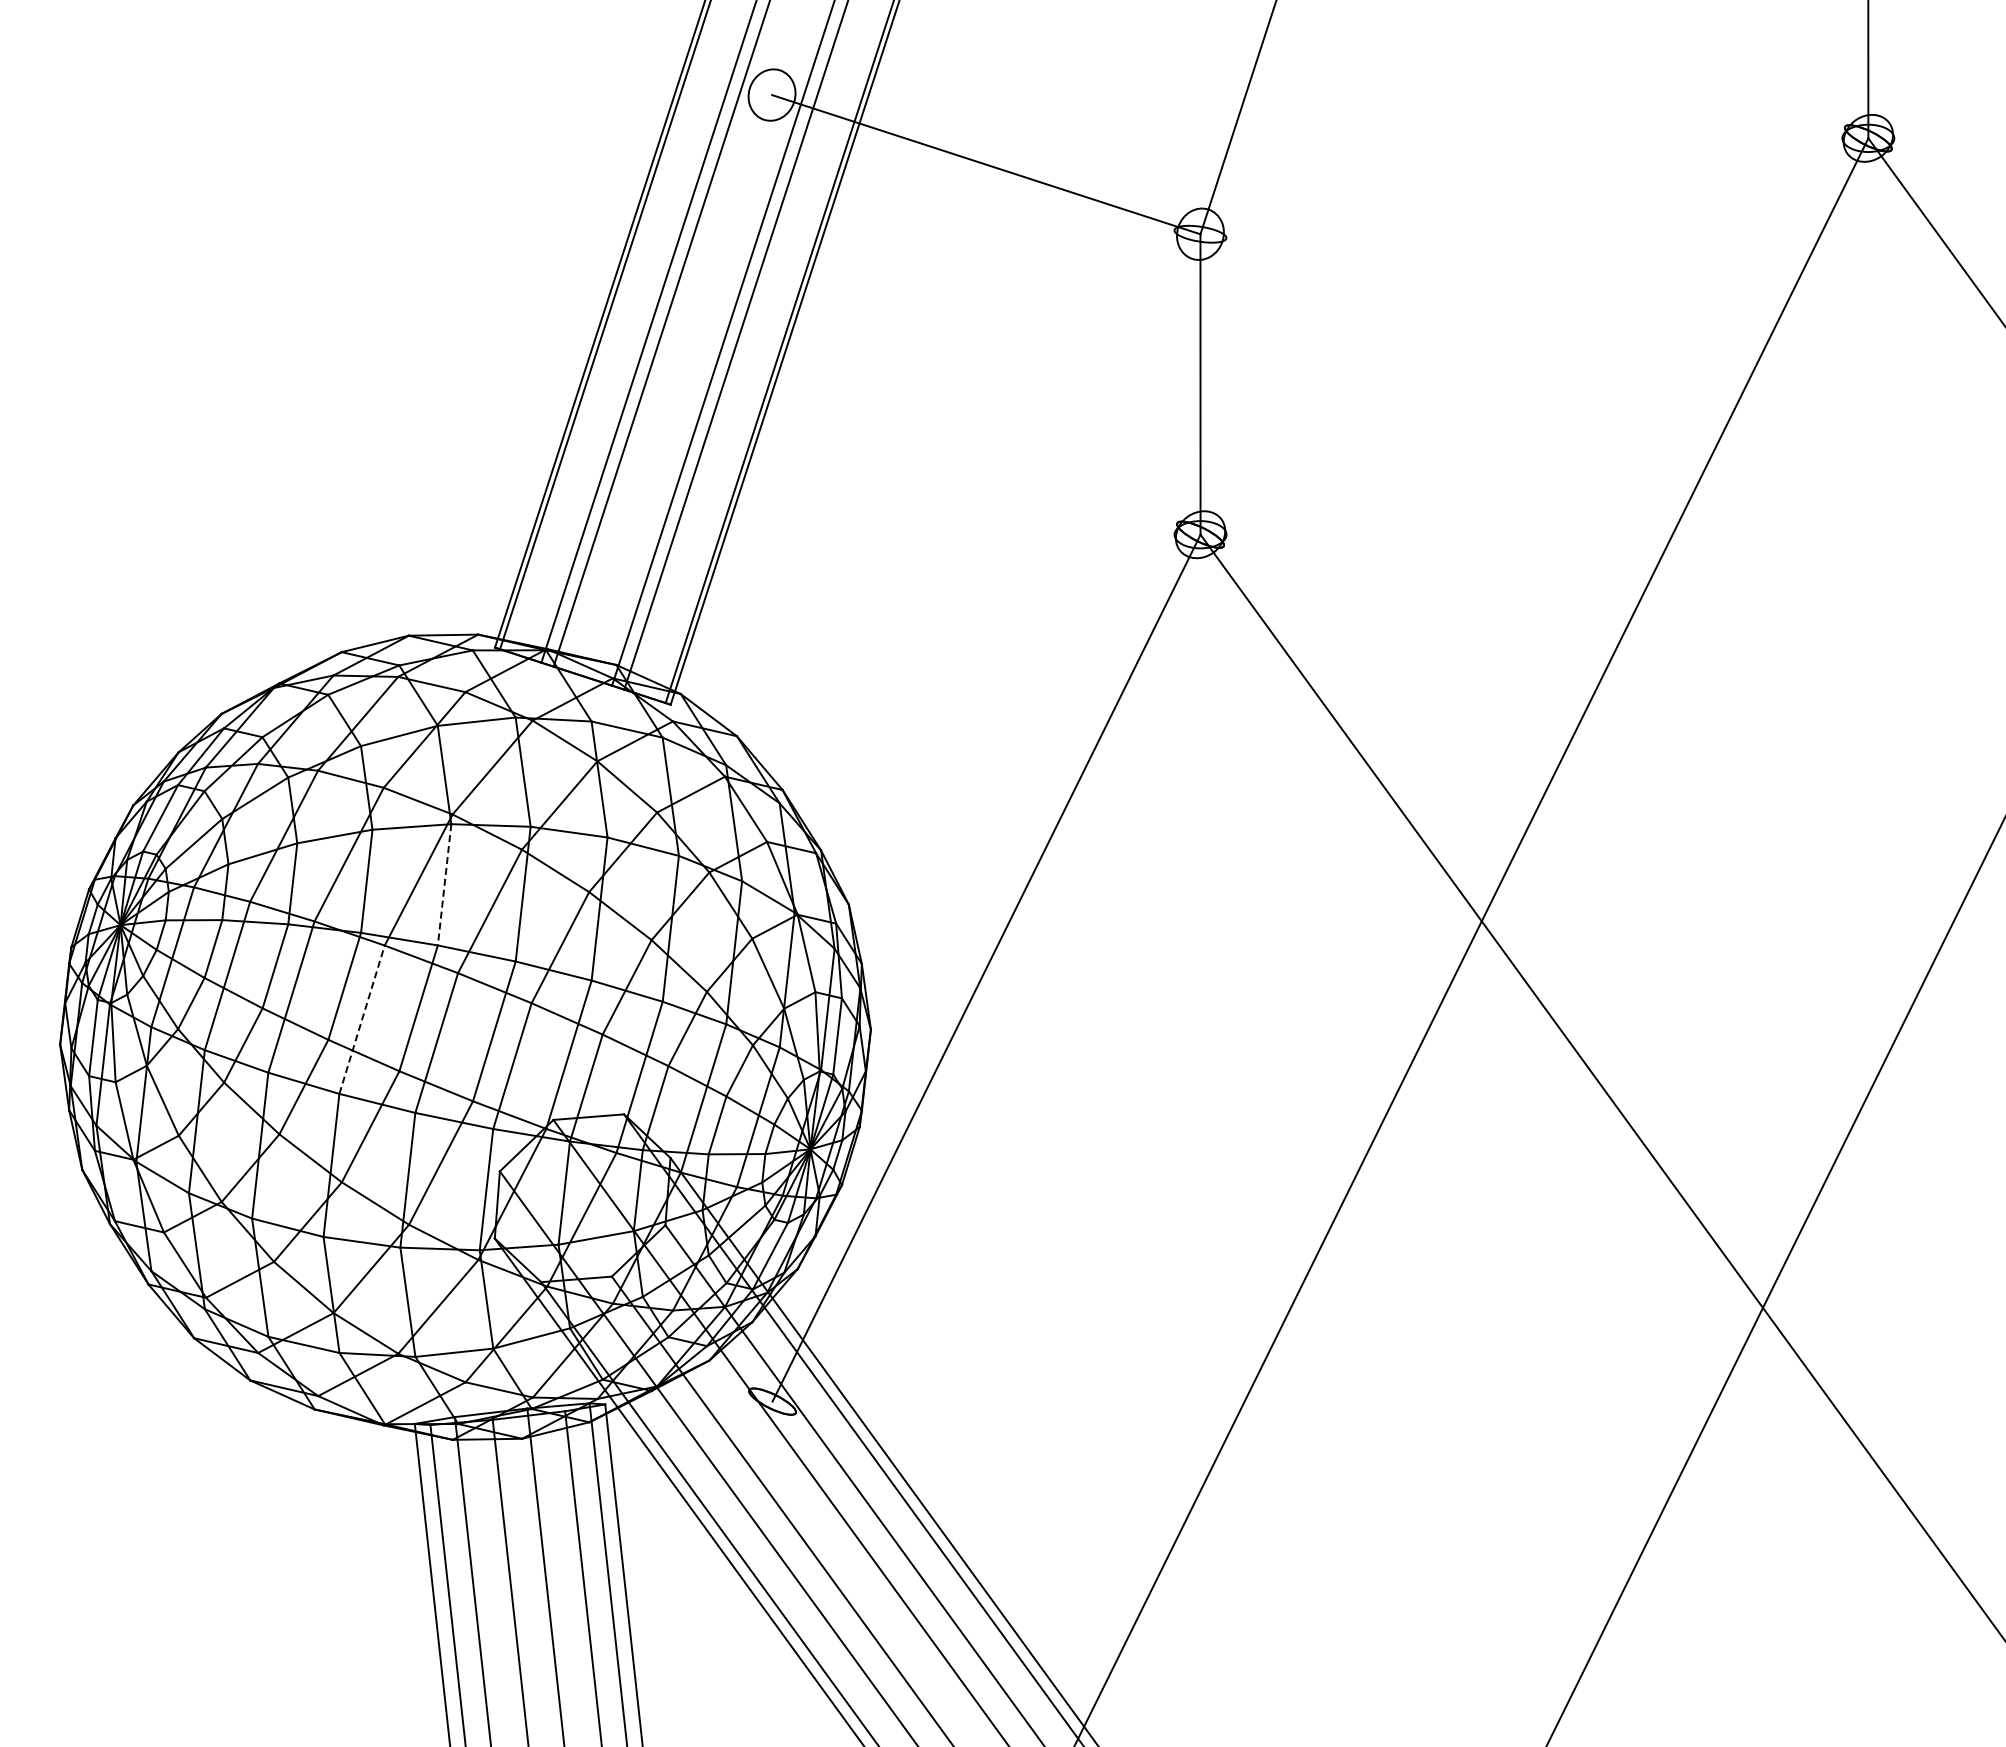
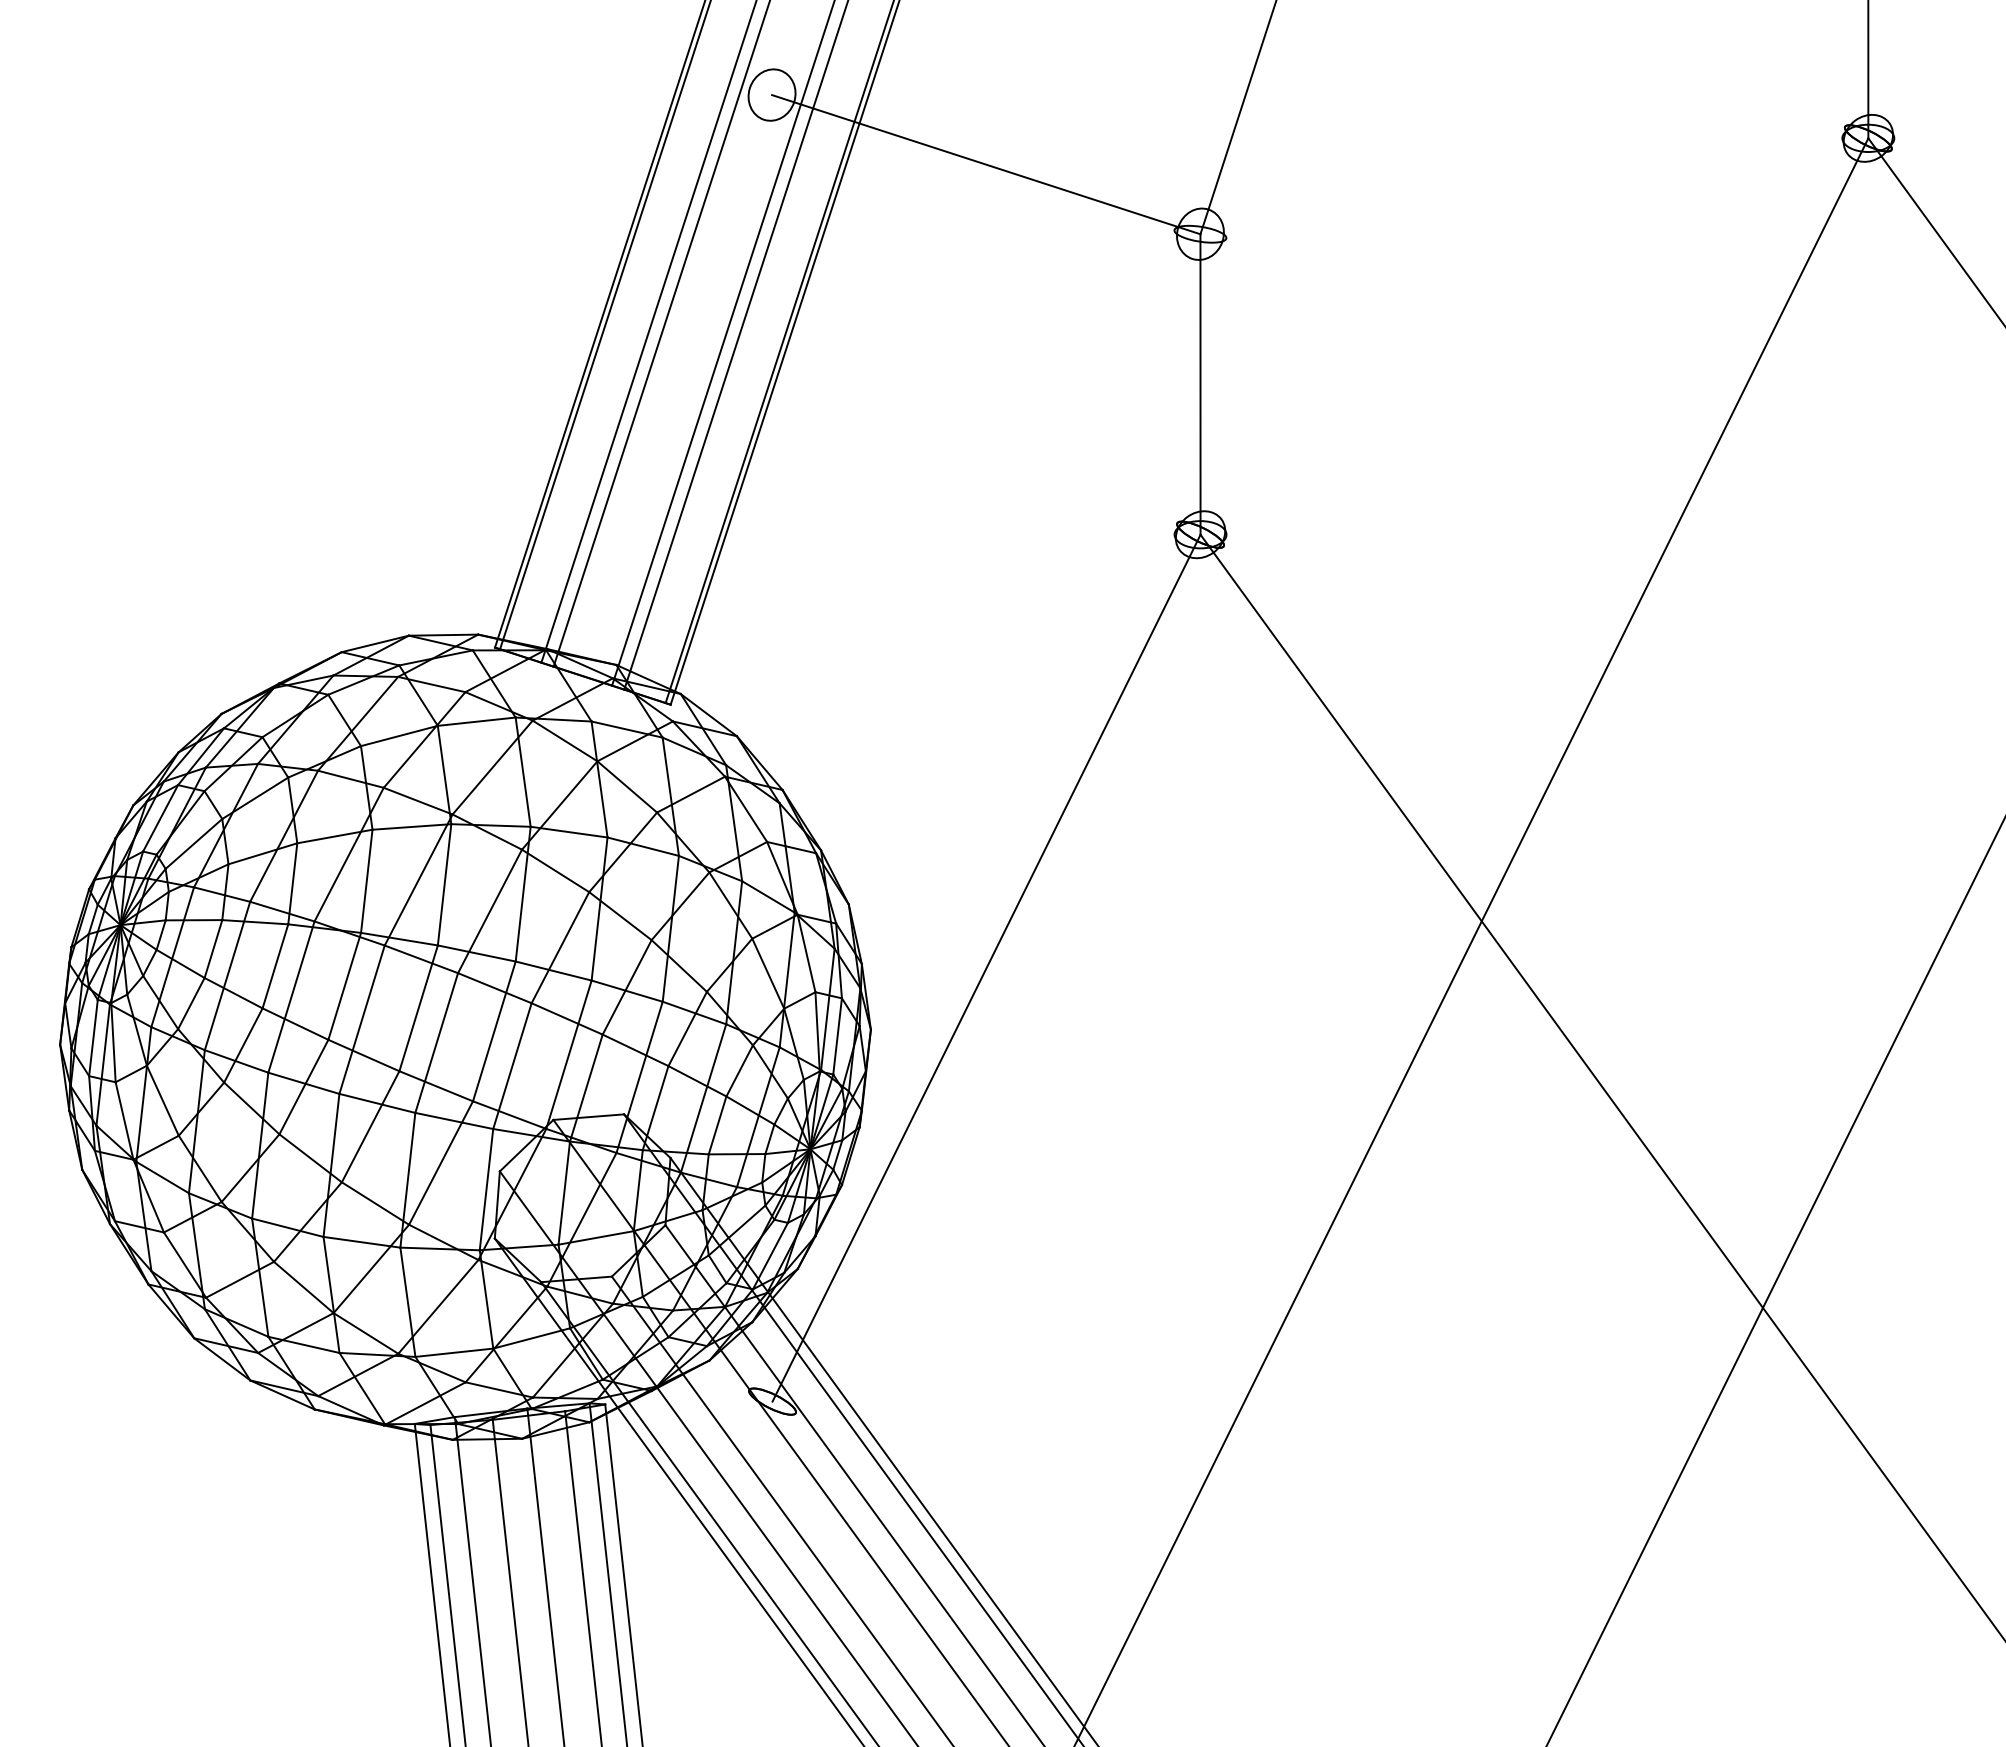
line at (444, 885): dashed -> solid
line at (362, 1019): dashed -> solid
